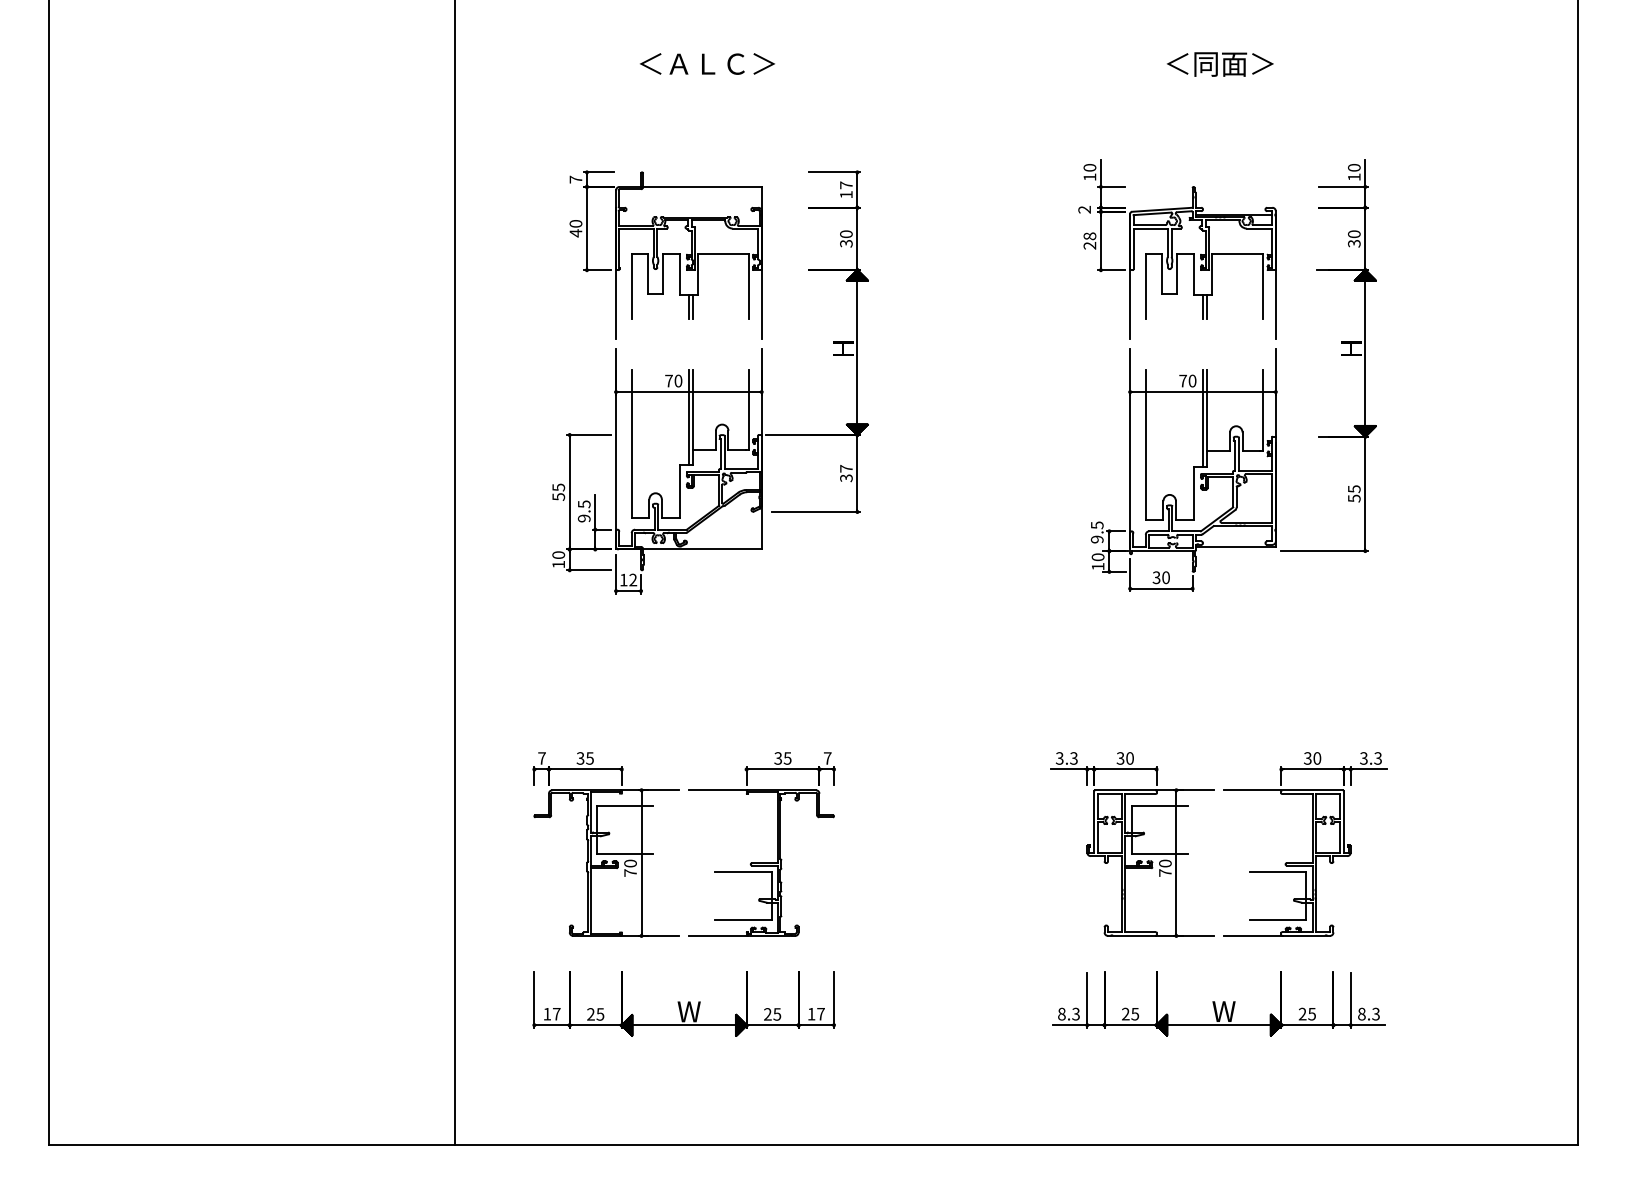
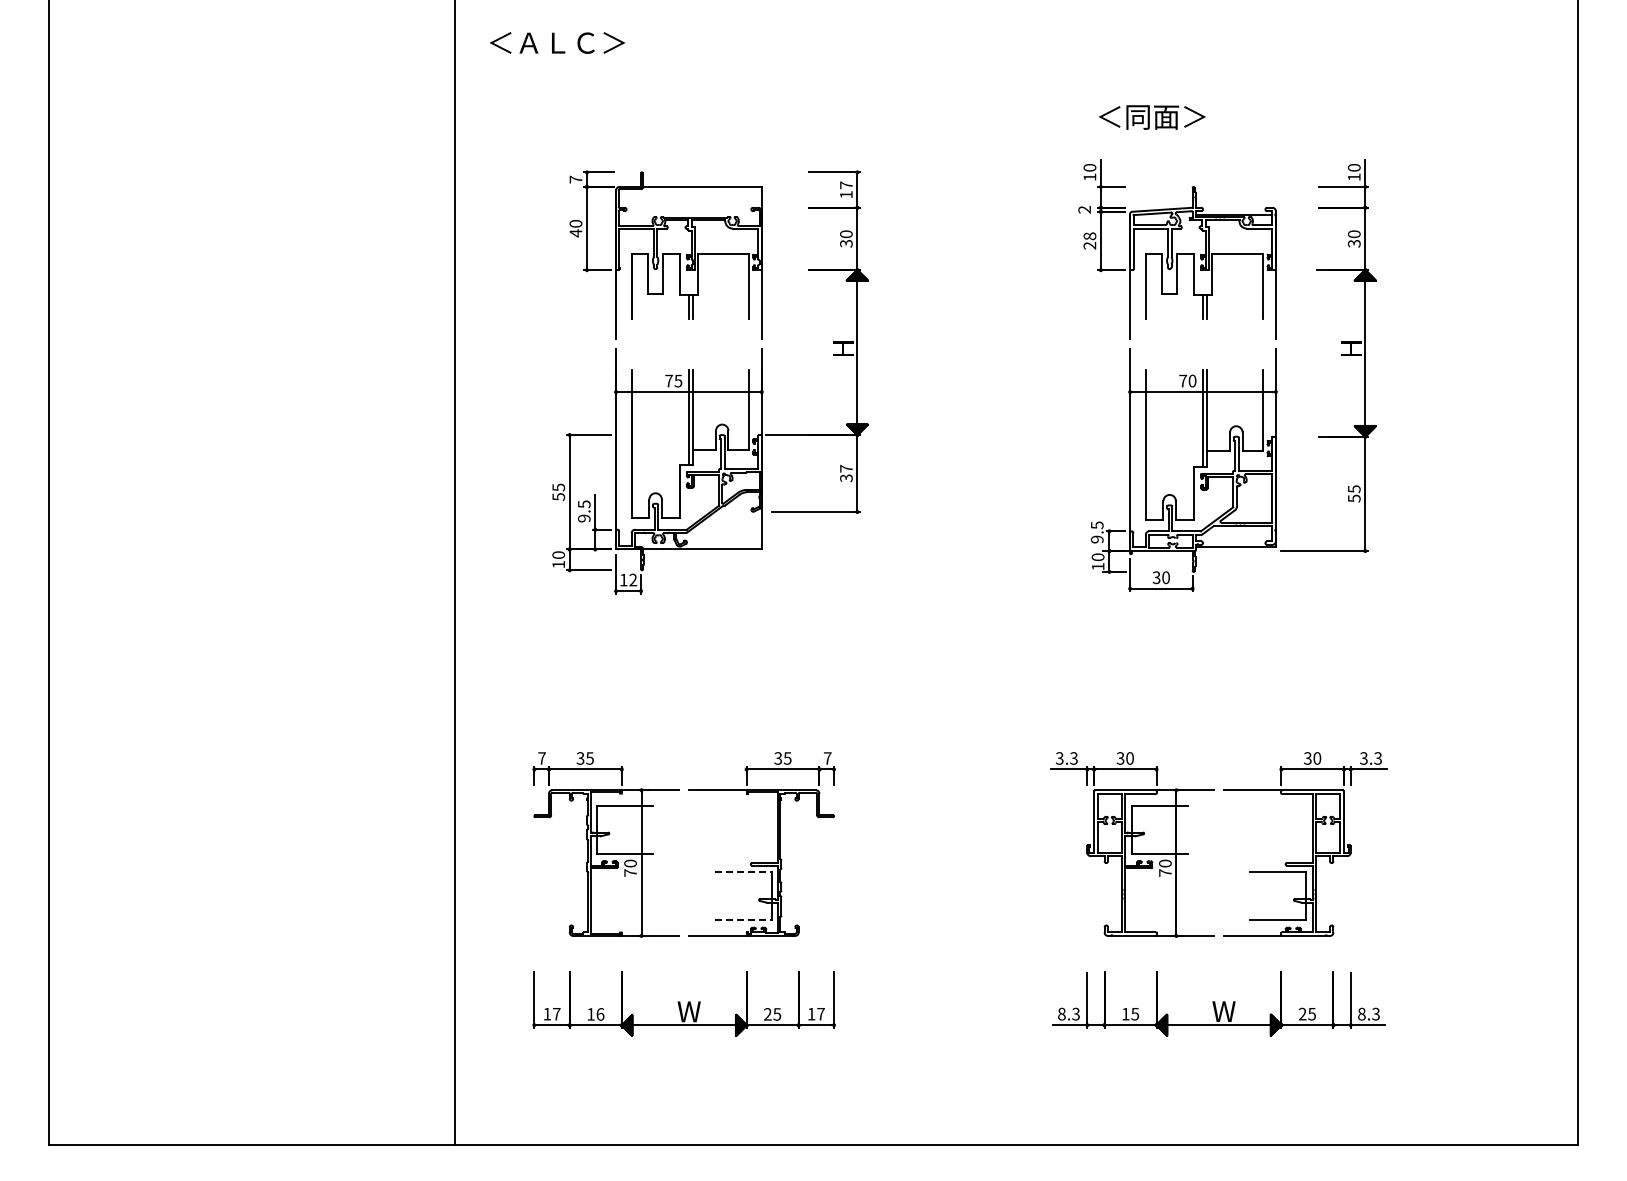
text at (707, 63) position: (707, 63) -> (557, 42)
text at (1220, 64) position: (1220, 64) -> (1152, 117)
text at (678, 380): 70 -> 75
line at (744, 872): solid -> dashed
line at (744, 920): solid -> dashed
text at (1125, 1013): 25 -> 15
text at (595, 1014): 25 -> 16
